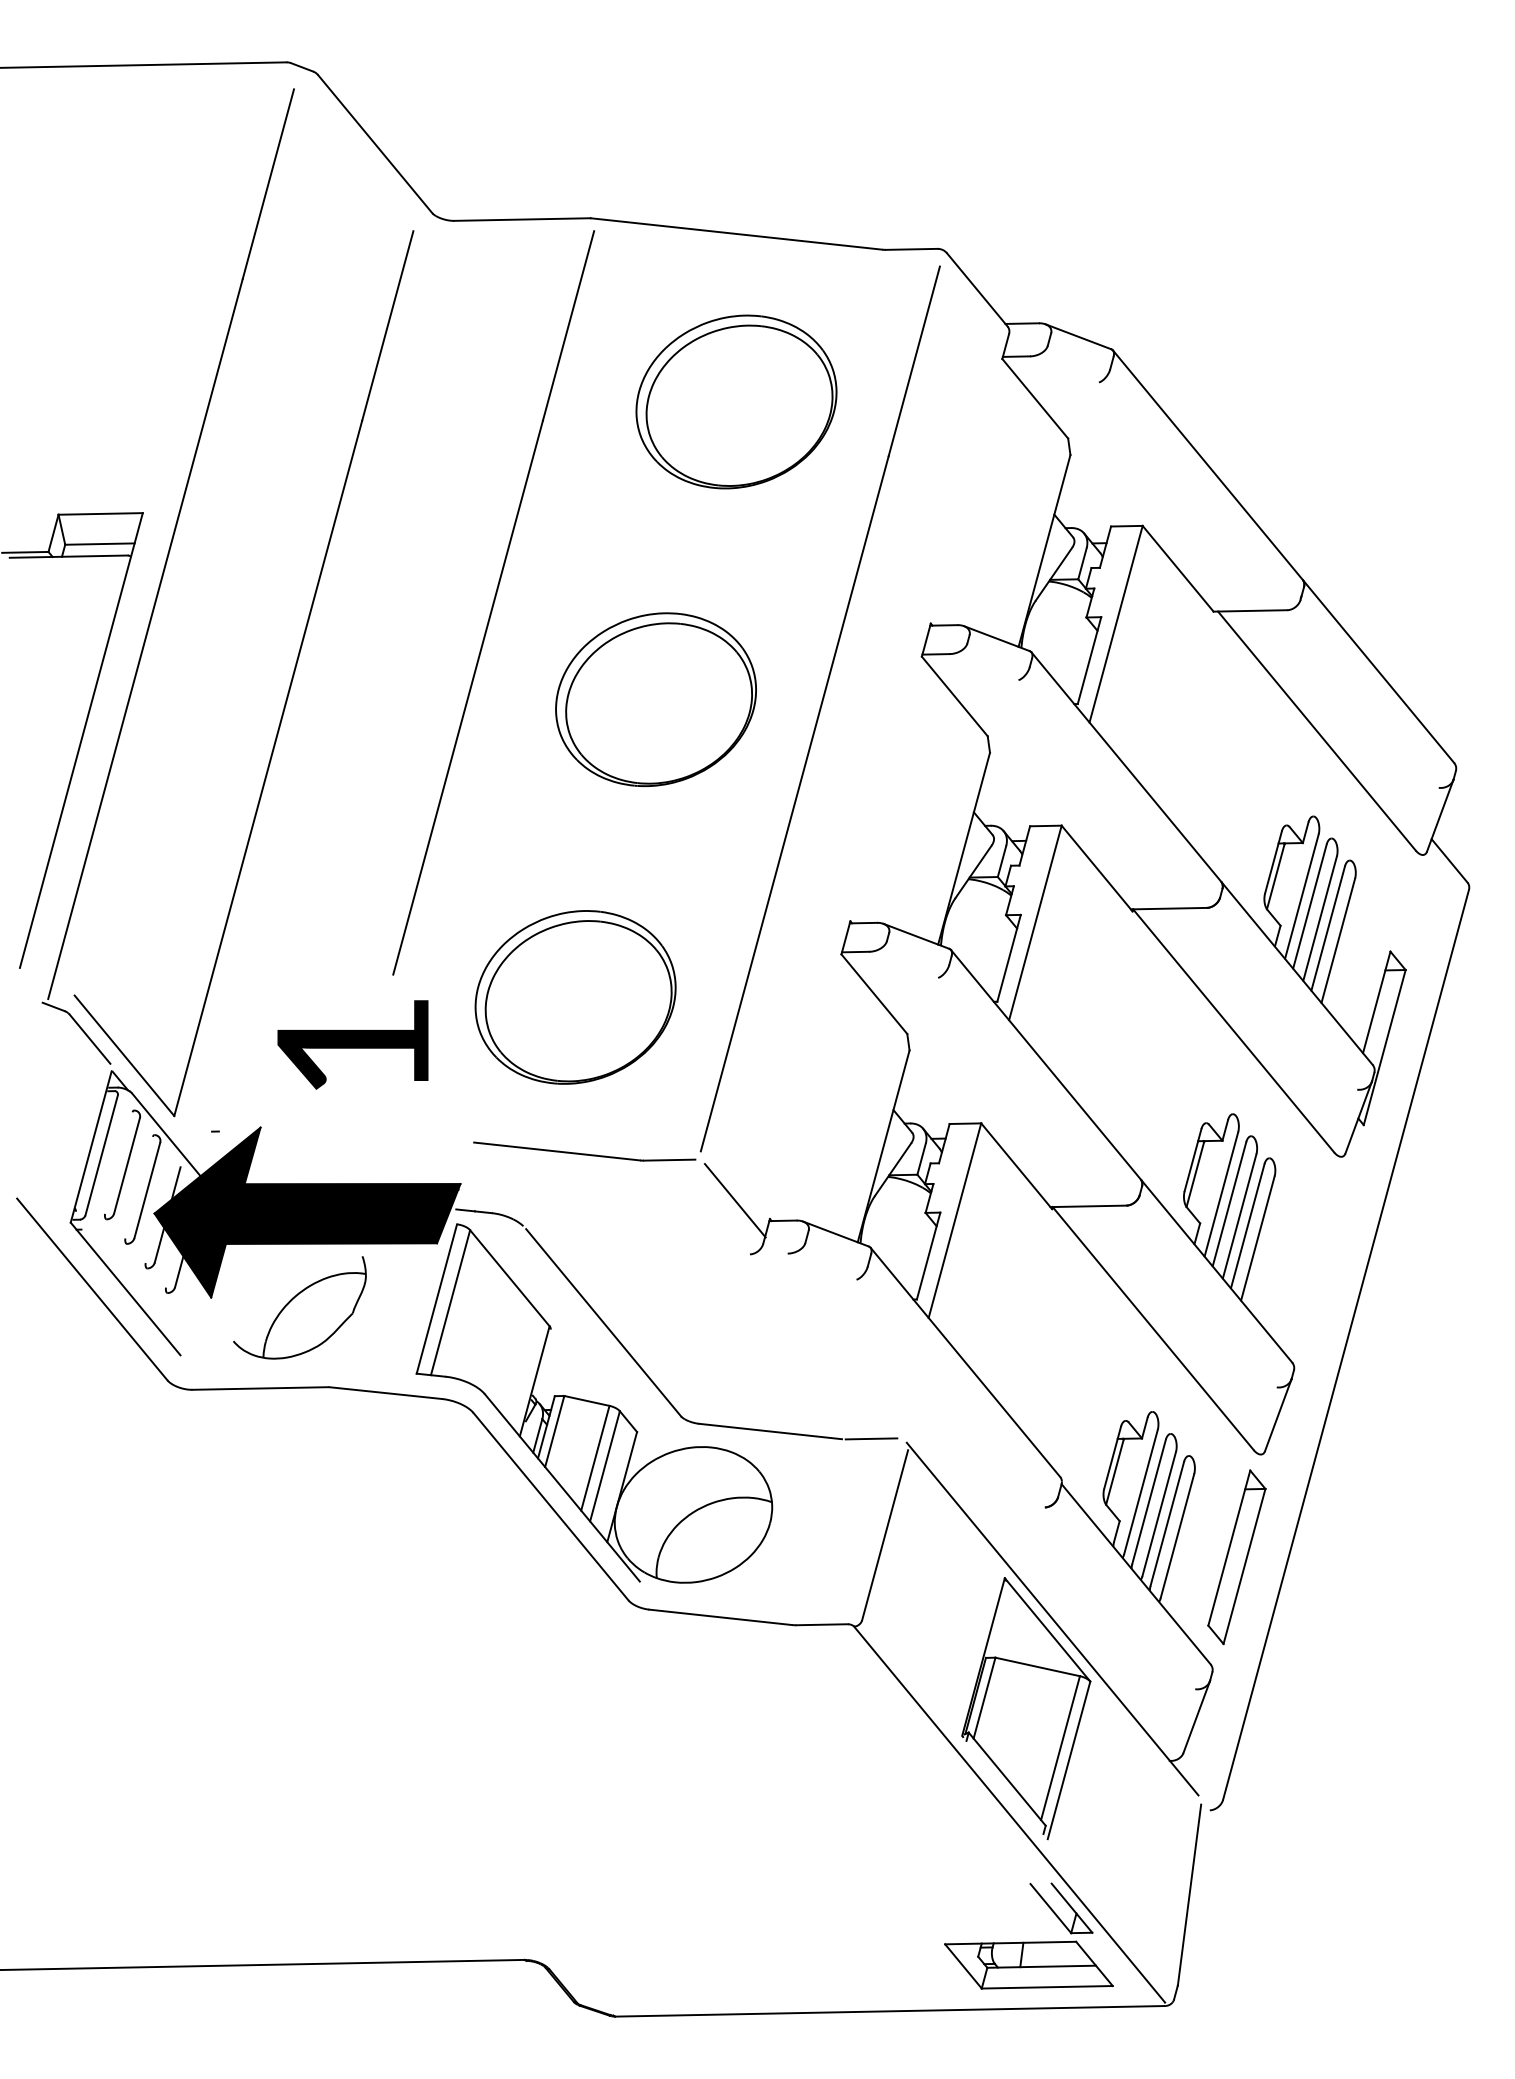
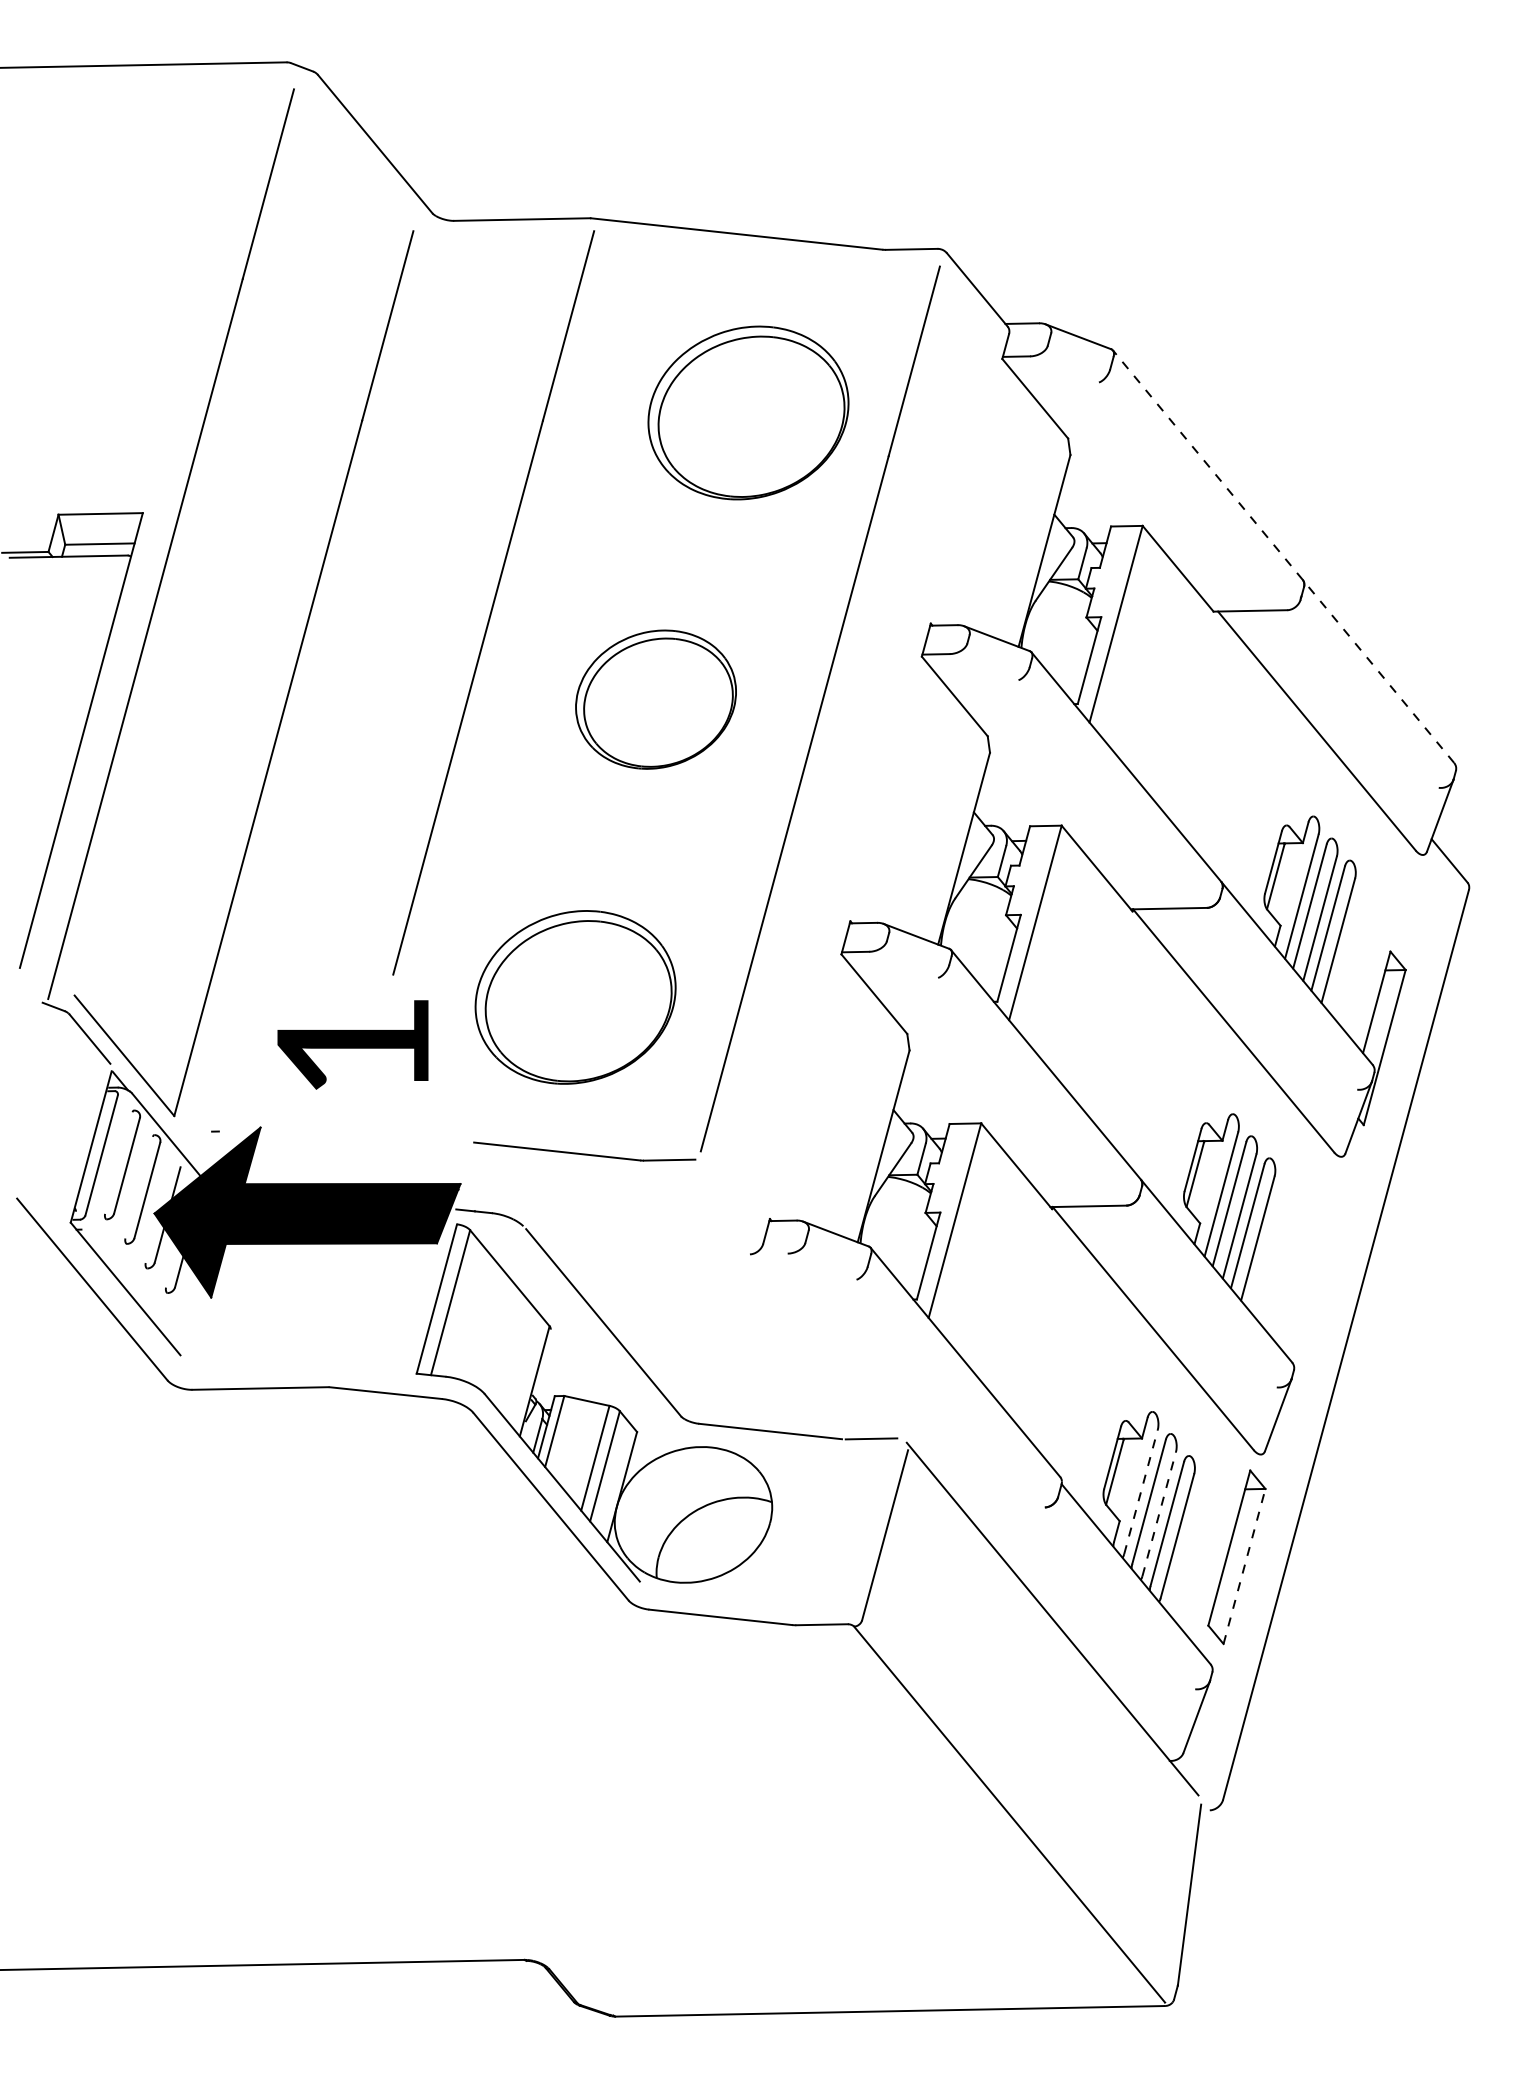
part at (736, 401) position: (736, 401) -> (748, 412)
line at (1283, 556): solid -> dashed
part at (655, 699) size: 202x175 px -> 162x141 px
line at (734, 1200): present -> none
part at (299, 1307): present -> none
line at (1141, 1491): solid -> dashed
line at (1159, 1513): solid -> dashed
line at (1244, 1566): solid -> dashed
part at (1026, 1708): present -> none
part at (1028, 1935): present -> none
